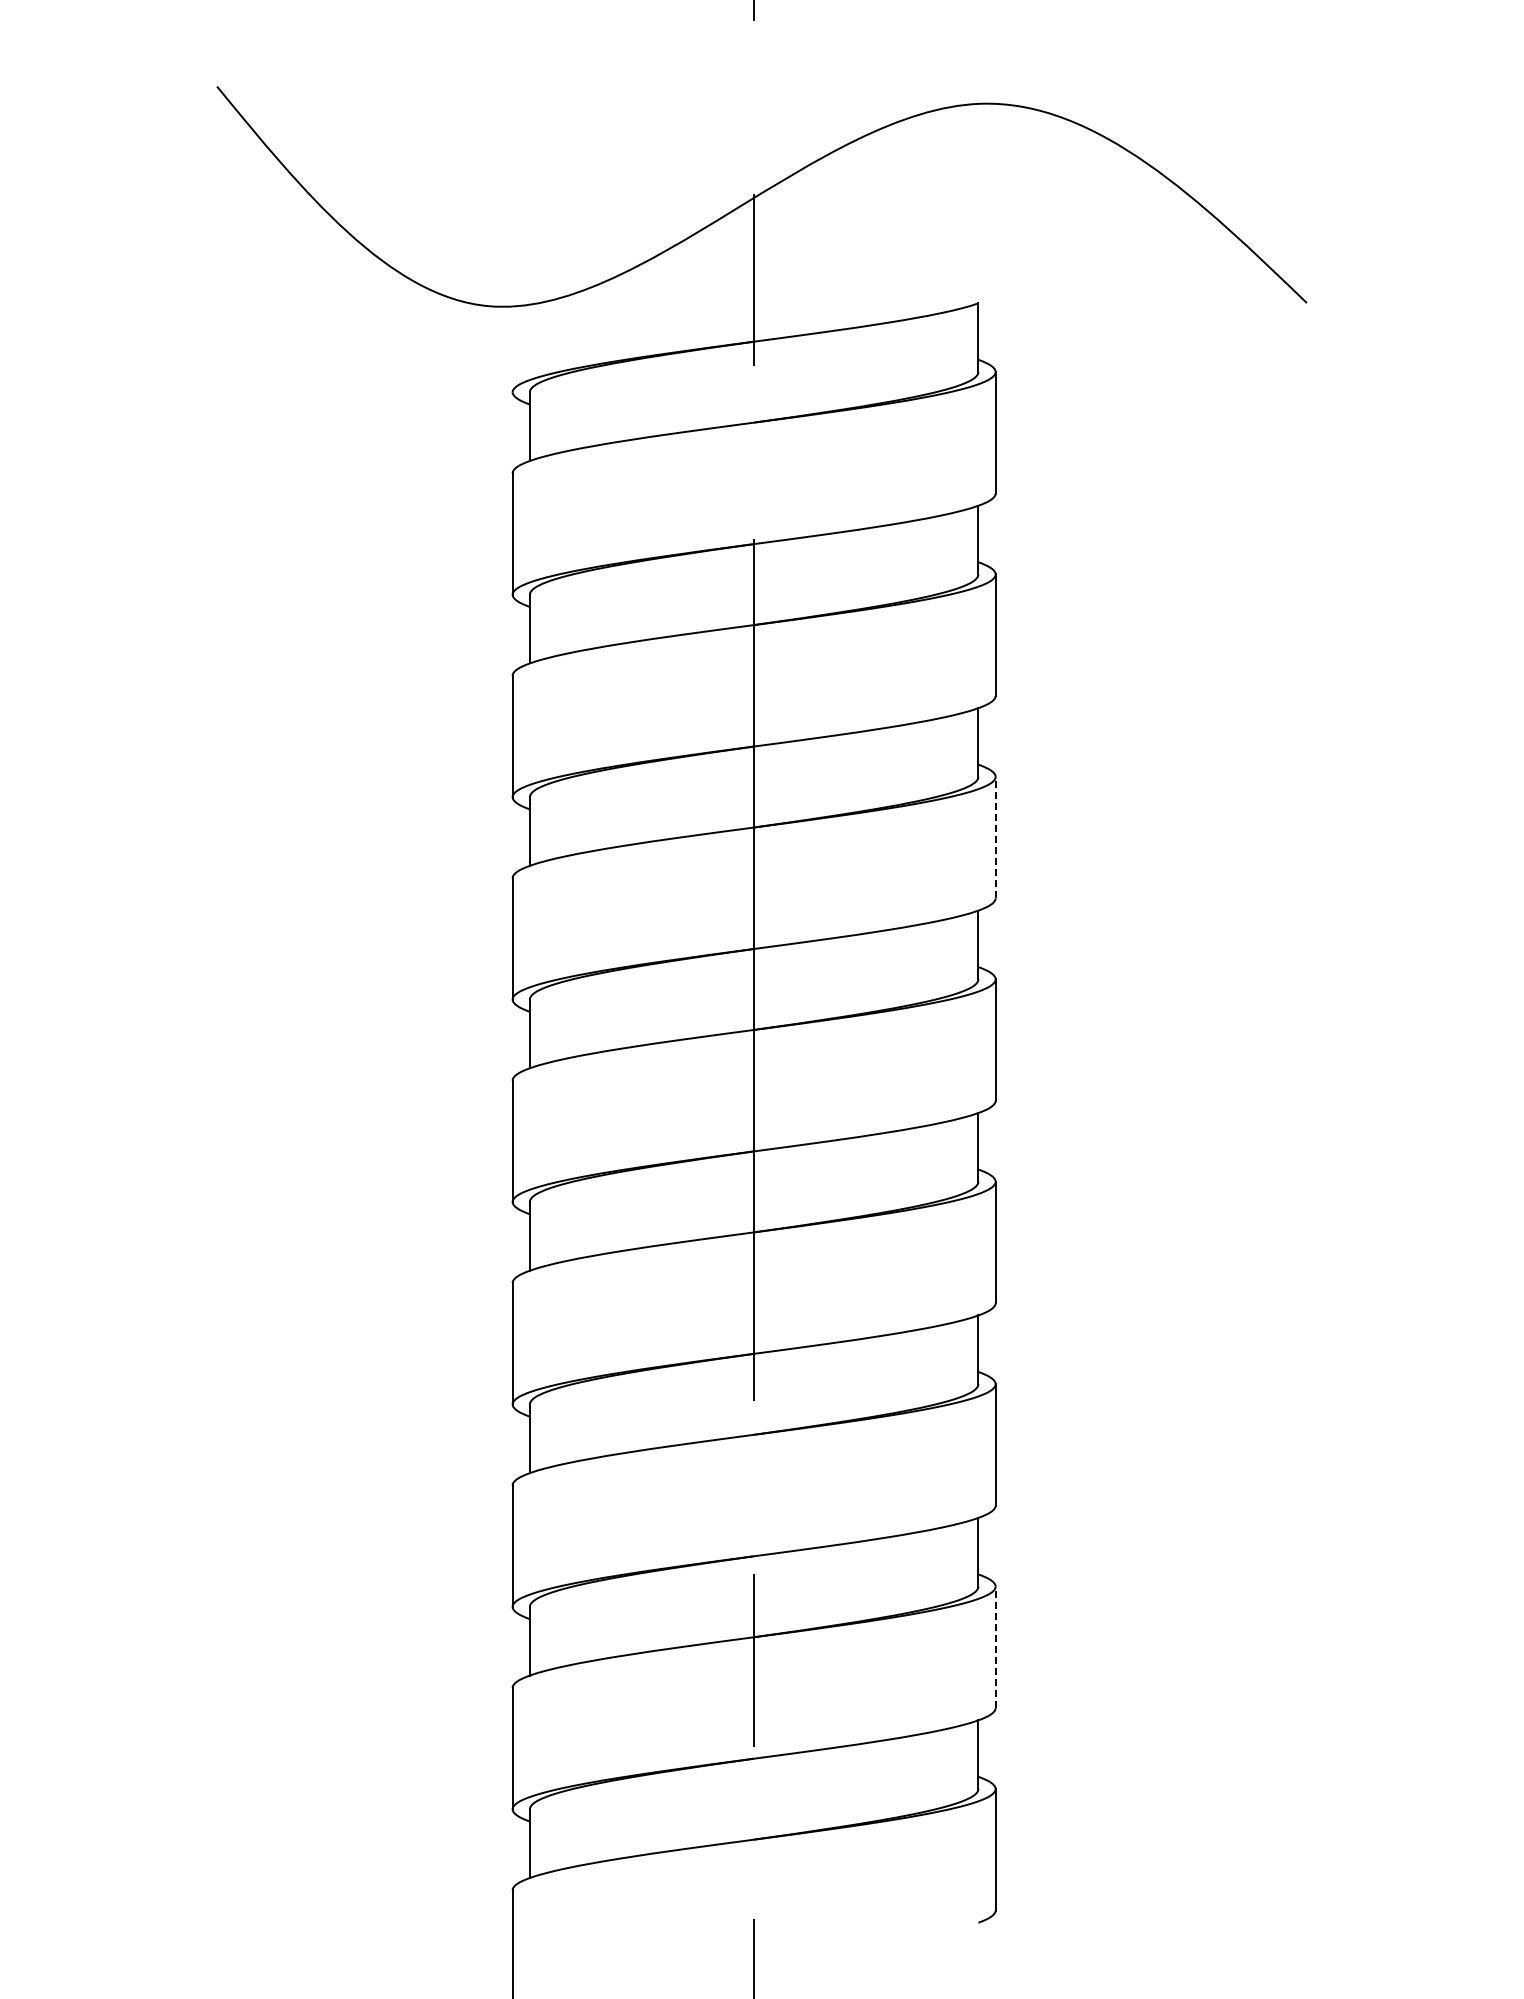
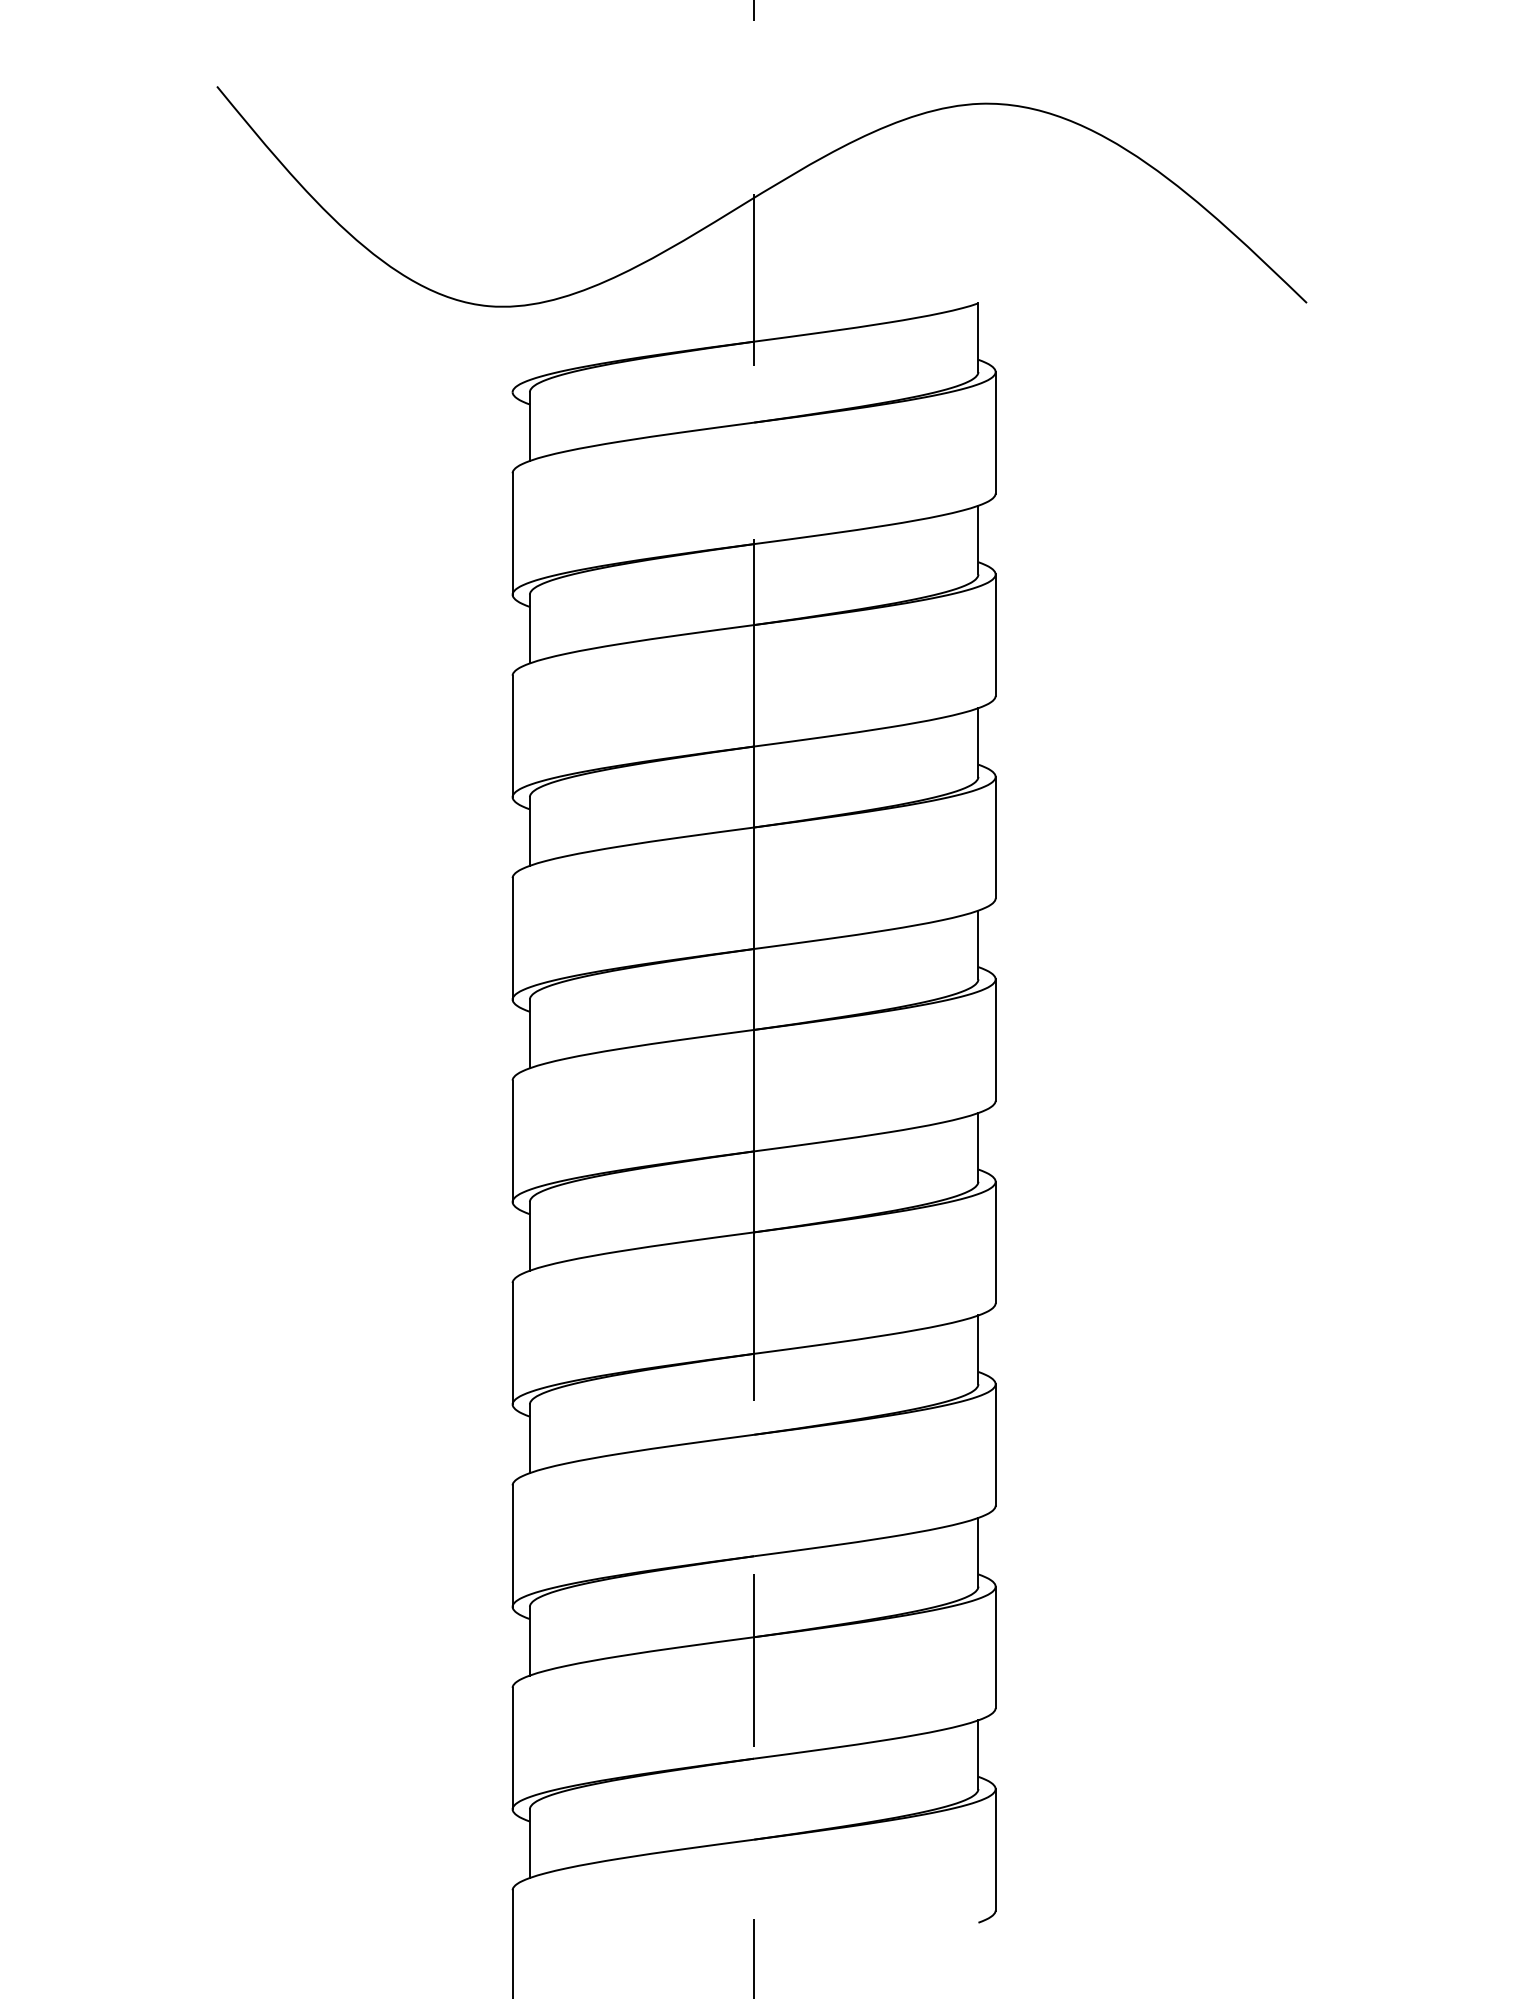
line at (995, 837): dashed -> solid
line at (995, 1647): dashed -> solid
